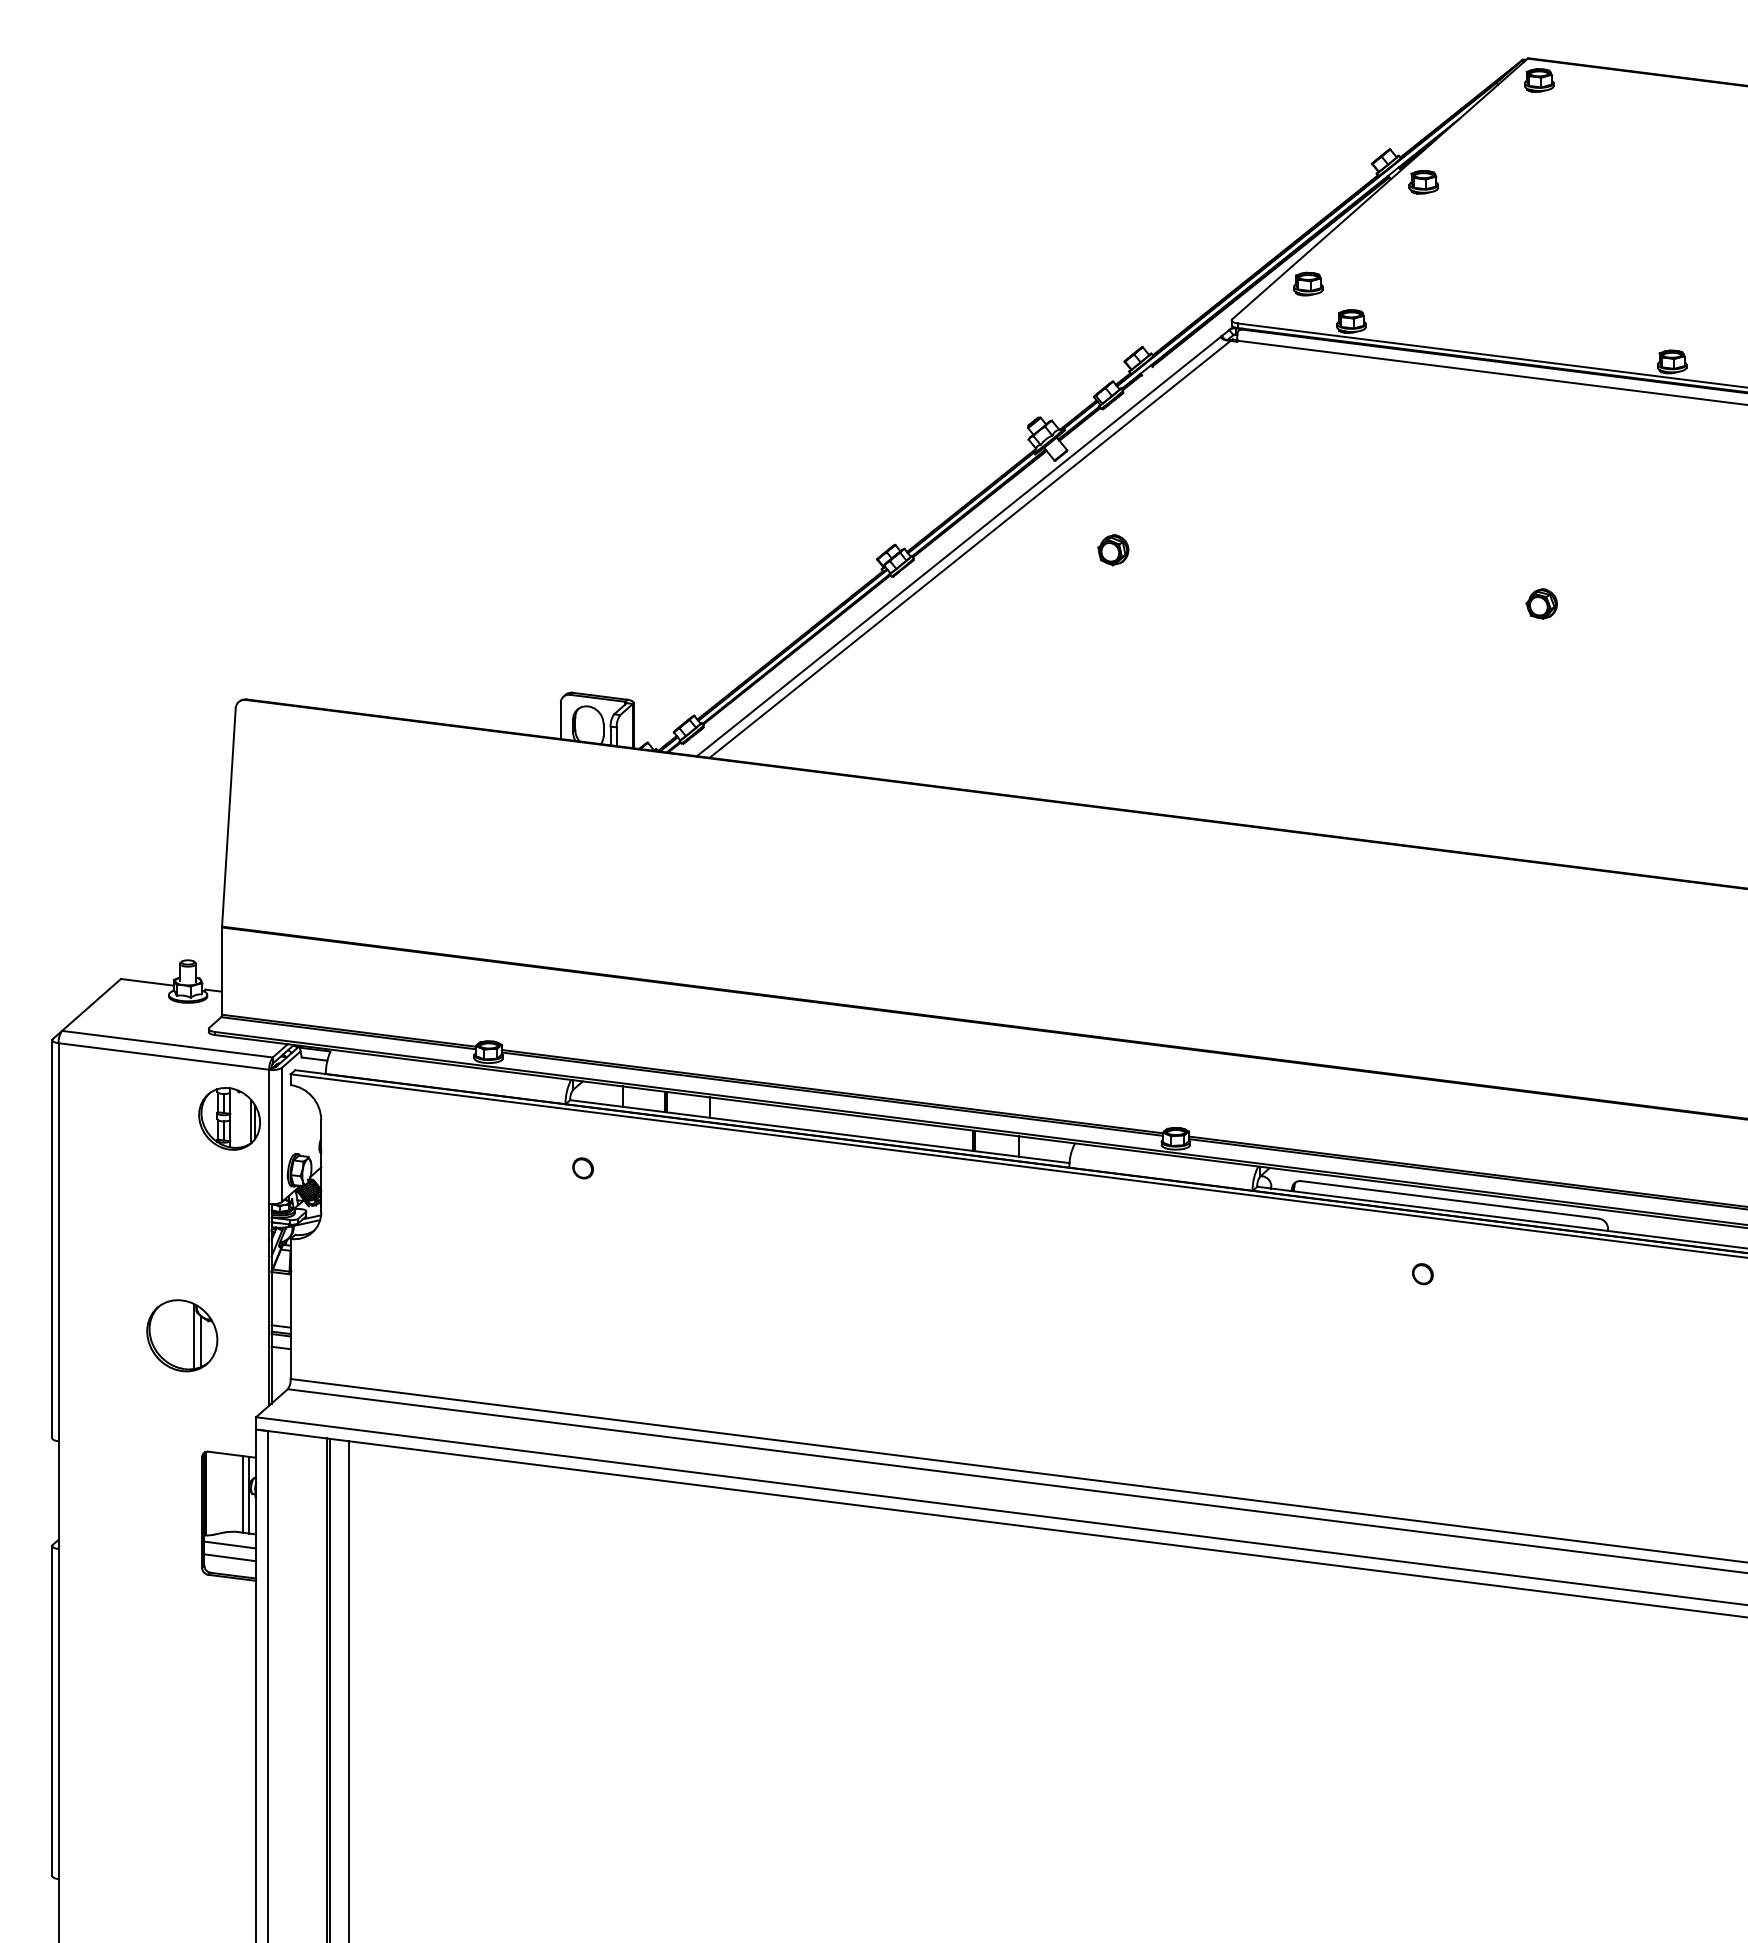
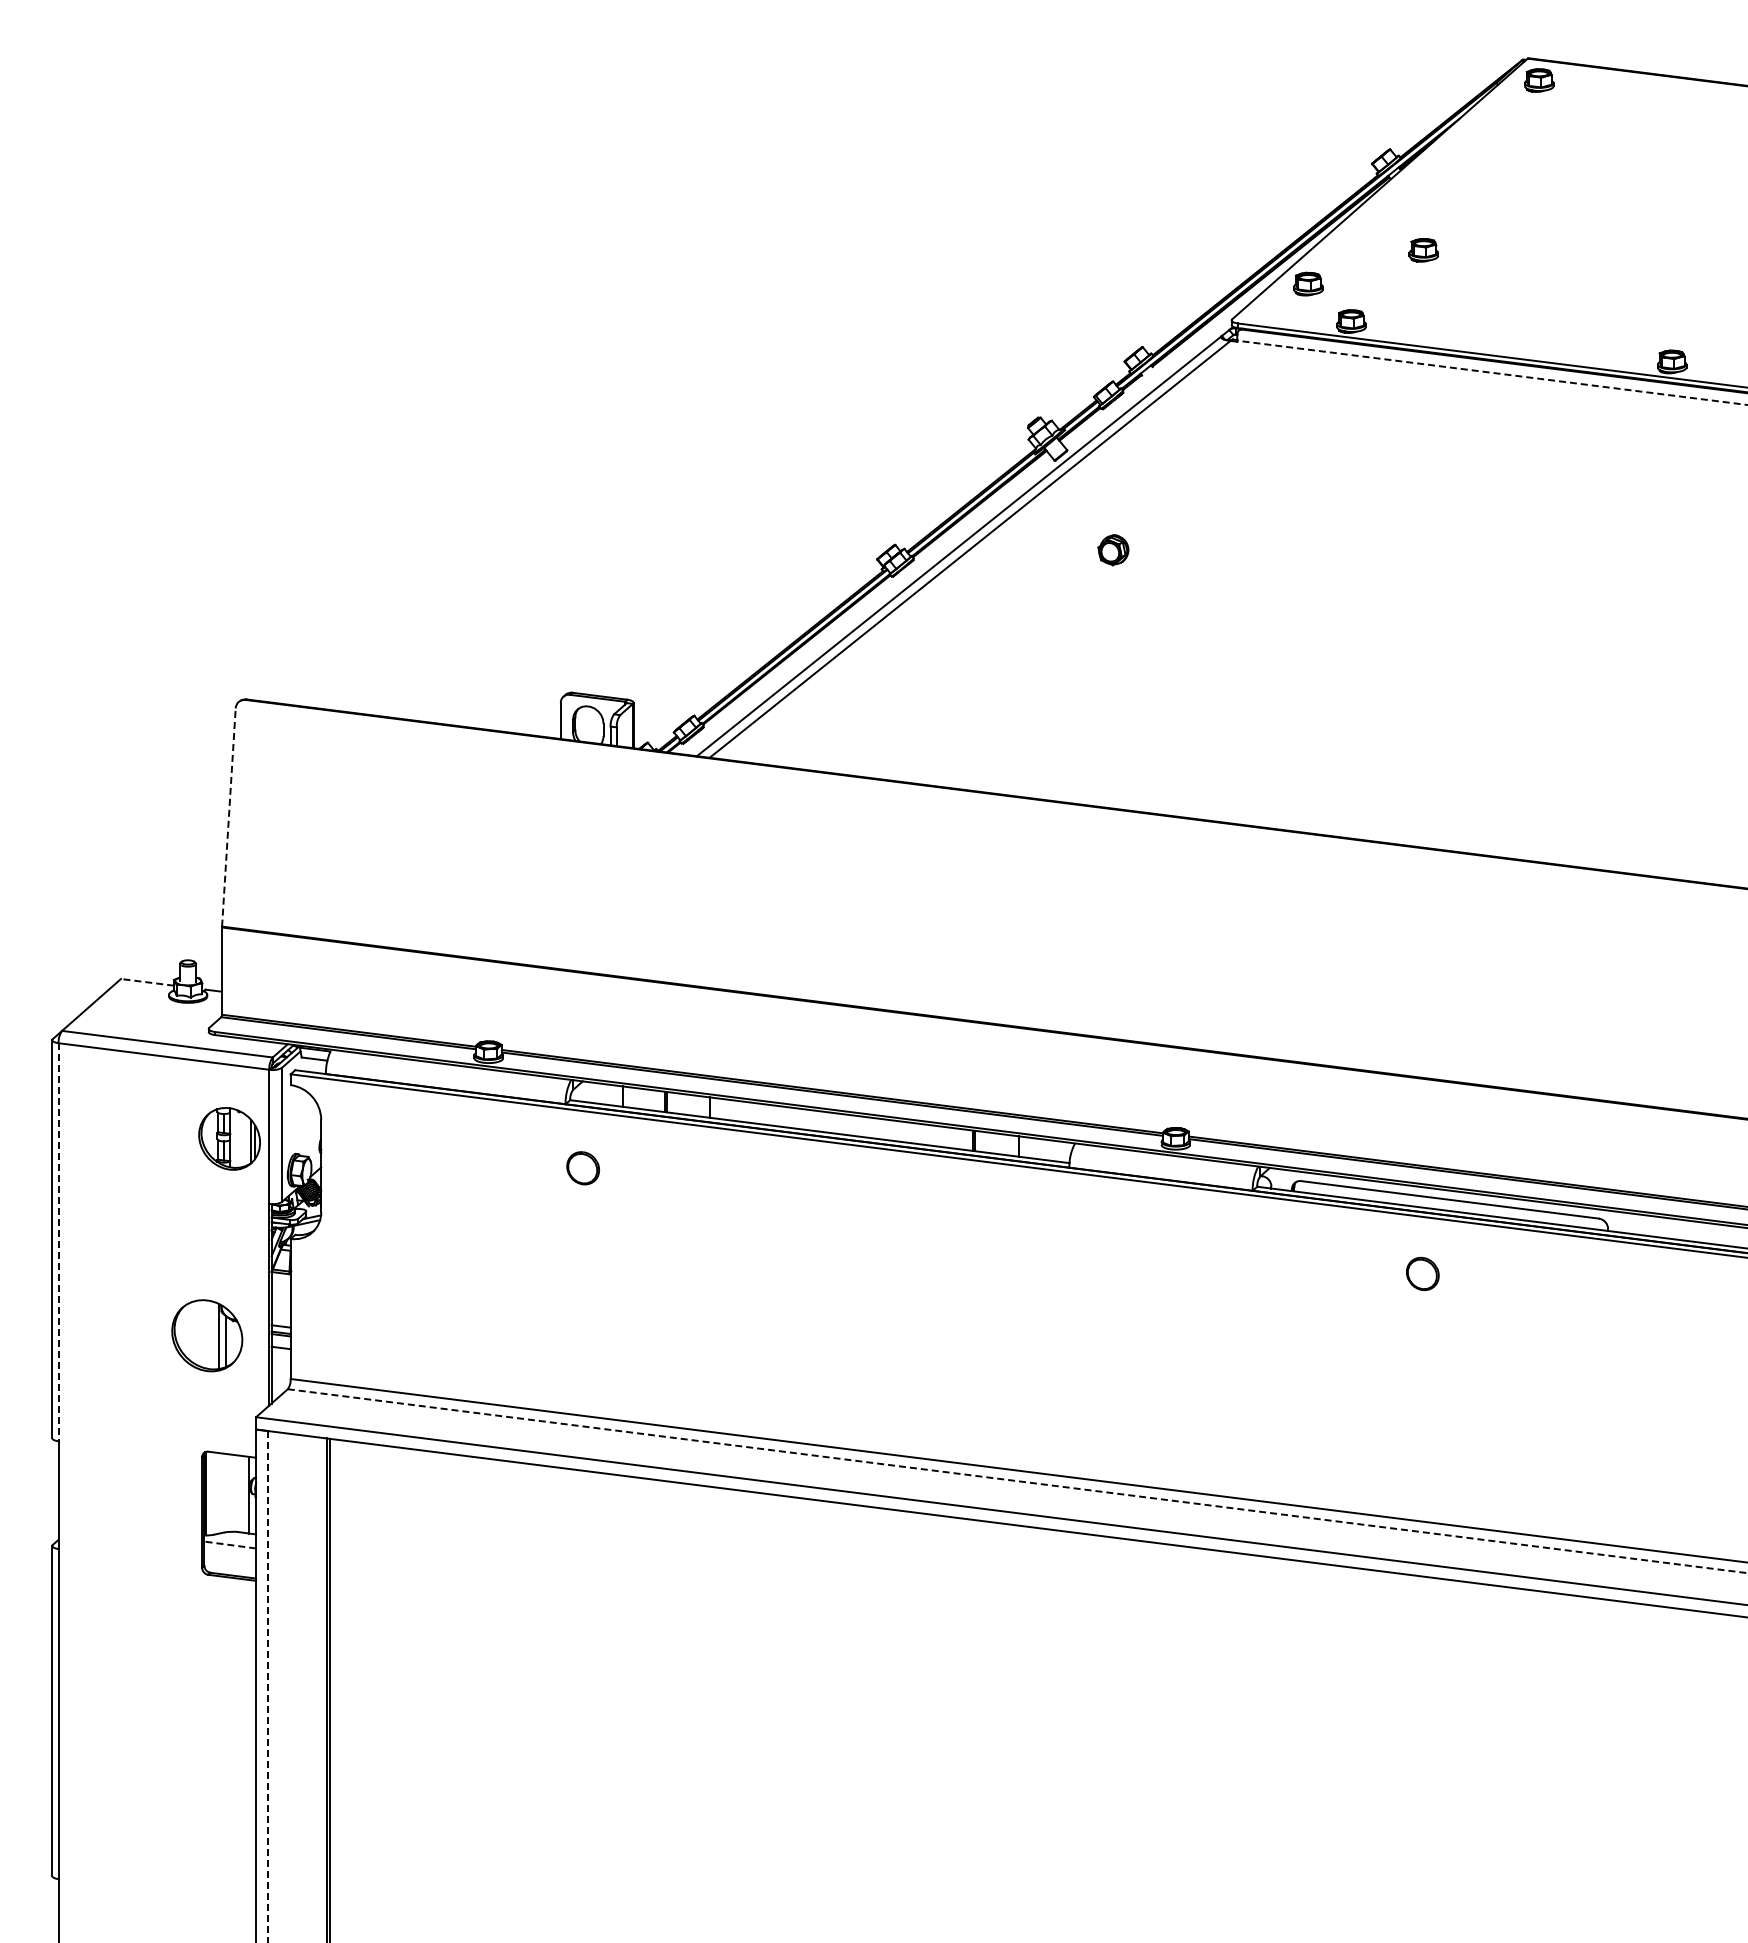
part at (1423, 182) position: (1423, 182) -> (1423, 250)
line at (1492, 372): solid -> dashed
part at (1541, 603): present -> none
line at (228, 817): solid -> dashed
line at (147, 982): solid -> dashed
part at (229, 1118) position: (229, 1118) -> (229, 1138)
part at (582, 1168) size: 22x23 px -> 35x35 px
line at (58, 1242): solid -> dashed
part at (1422, 1274) size: 22x23 px -> 34x35 px
part at (182, 1335) position: (182, 1335) -> (207, 1335)
line at (1017, 1481): solid -> dashed
line at (242, 1494): present -> none
line at (229, 1544): solid -> dashed
line at (230, 1557): present -> none
line at (268, 1686): solid -> dashed
line at (349, 1690): present -> none
